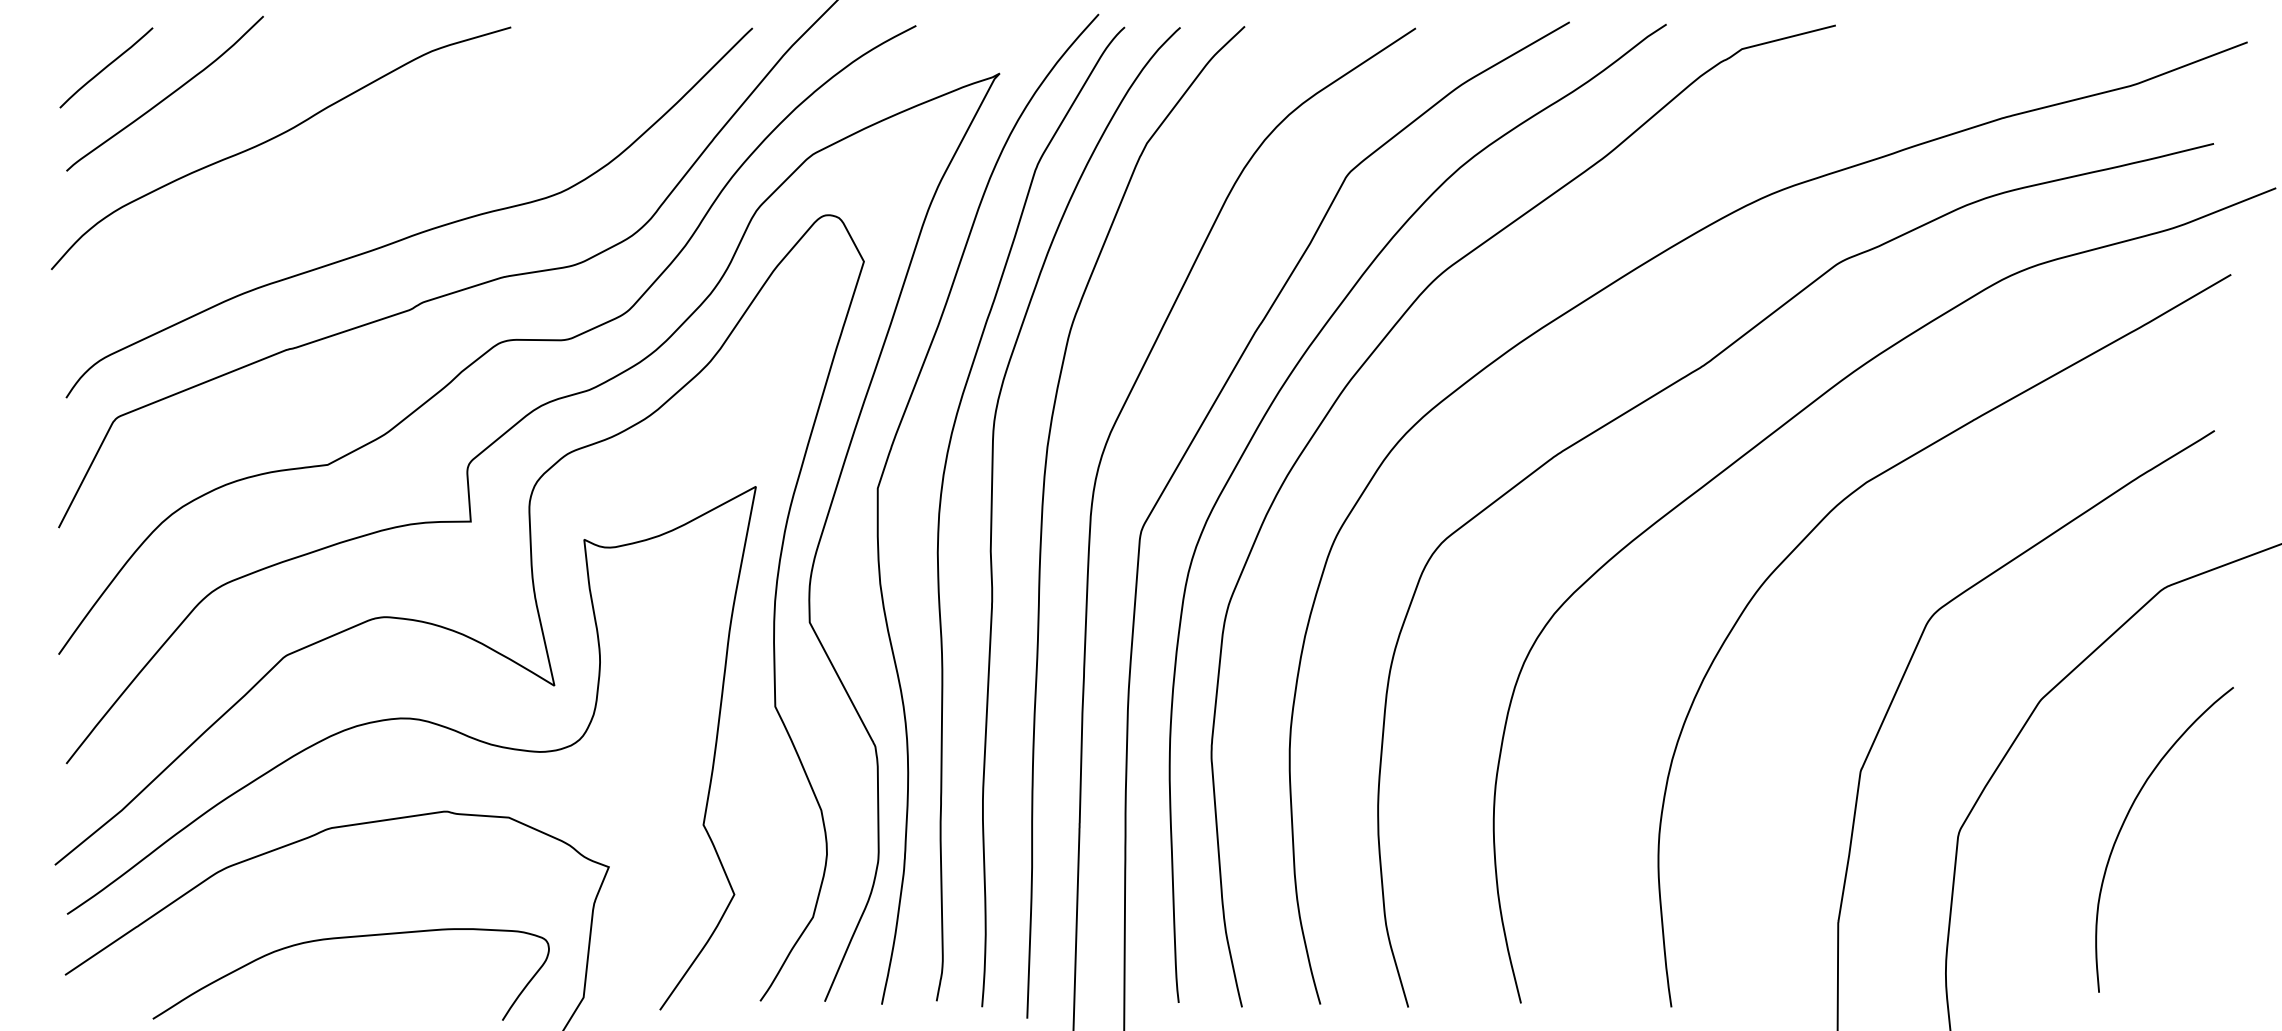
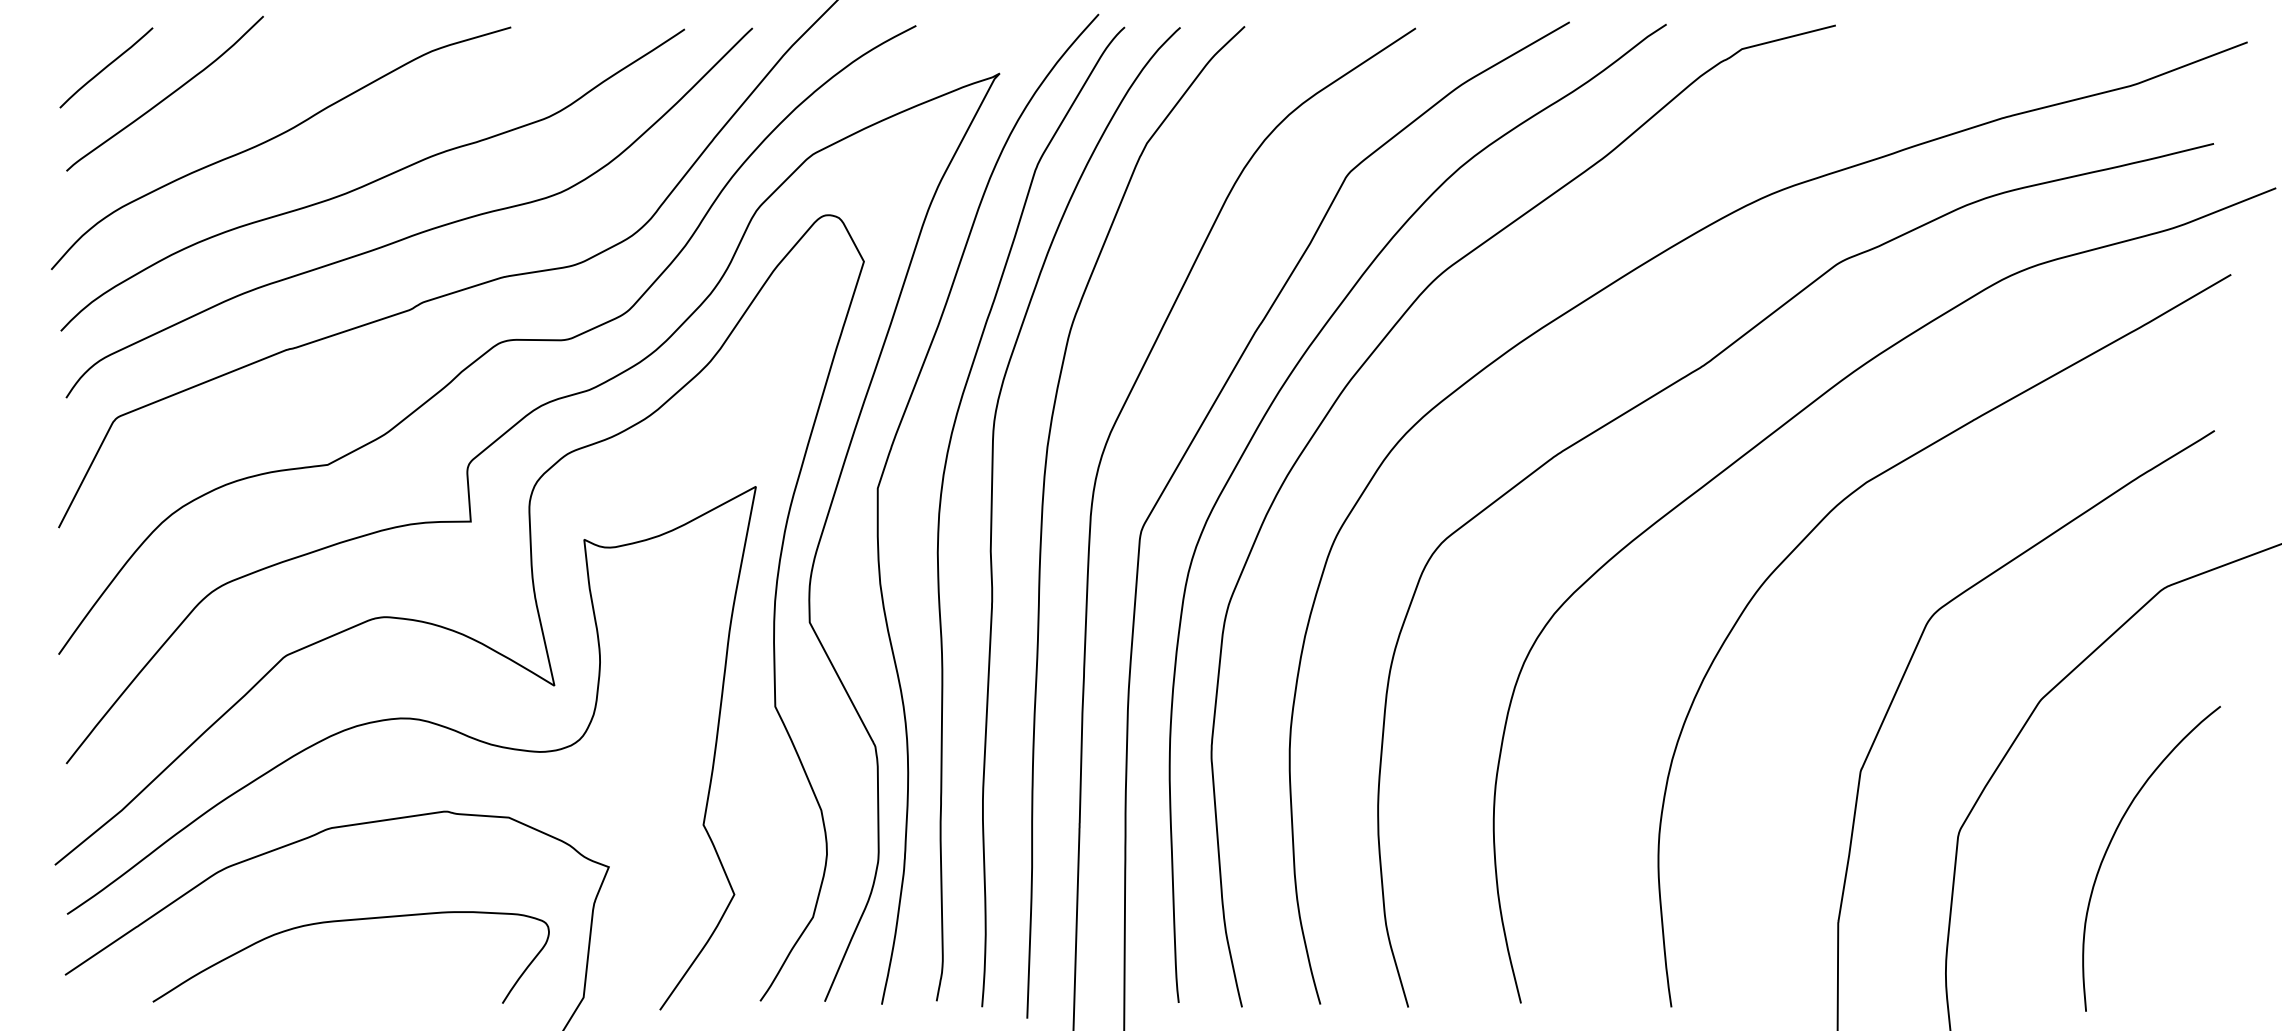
curve at (373, 180): none -> present
curve at (2126, 819) position: (2126, 819) -> (2113, 838)
curve at (348, 938) position: (348, 938) -> (348, 921)
